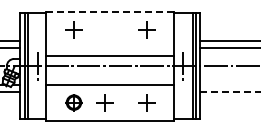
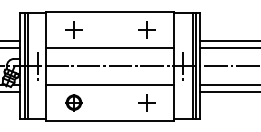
line at (110, 11): dashed -> solid
line at (110, 55) position: (110, 55) -> (110, 47)
line at (228, 84): none -> present
line at (230, 91): dashed -> solid
part at (104, 102): present -> none
